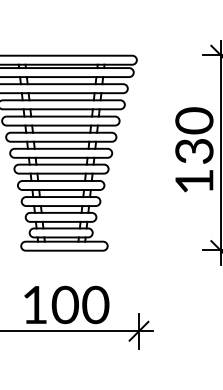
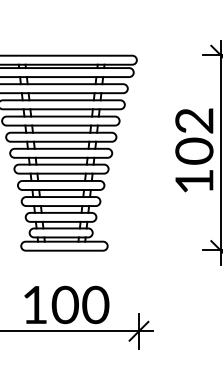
text at (194, 135): 130 -> 102
